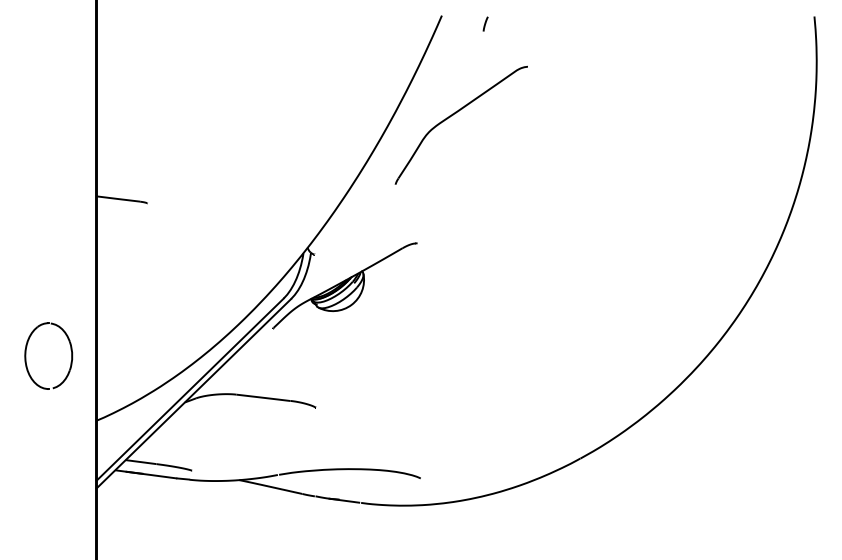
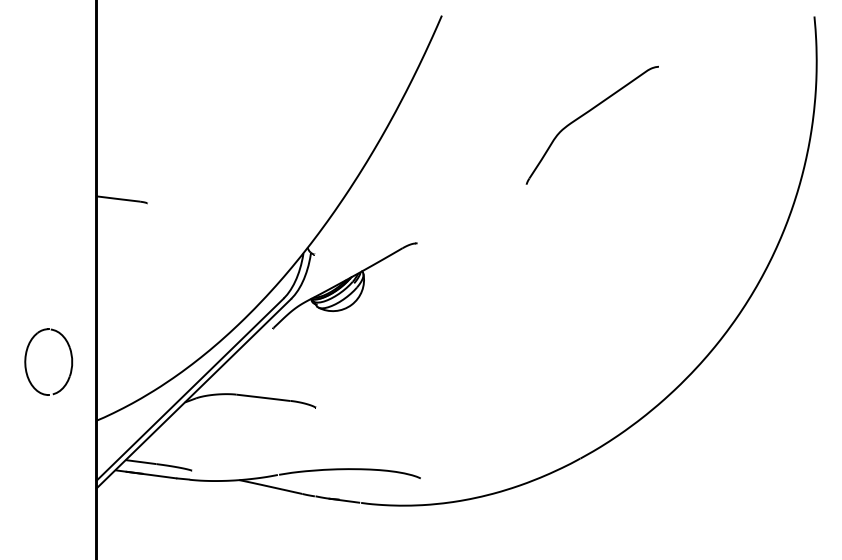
line at (485, 23): present -> none
part at (453, 115) position: (453, 115) -> (584, 115)
part at (26, 355) position: (26, 355) -> (26, 361)
